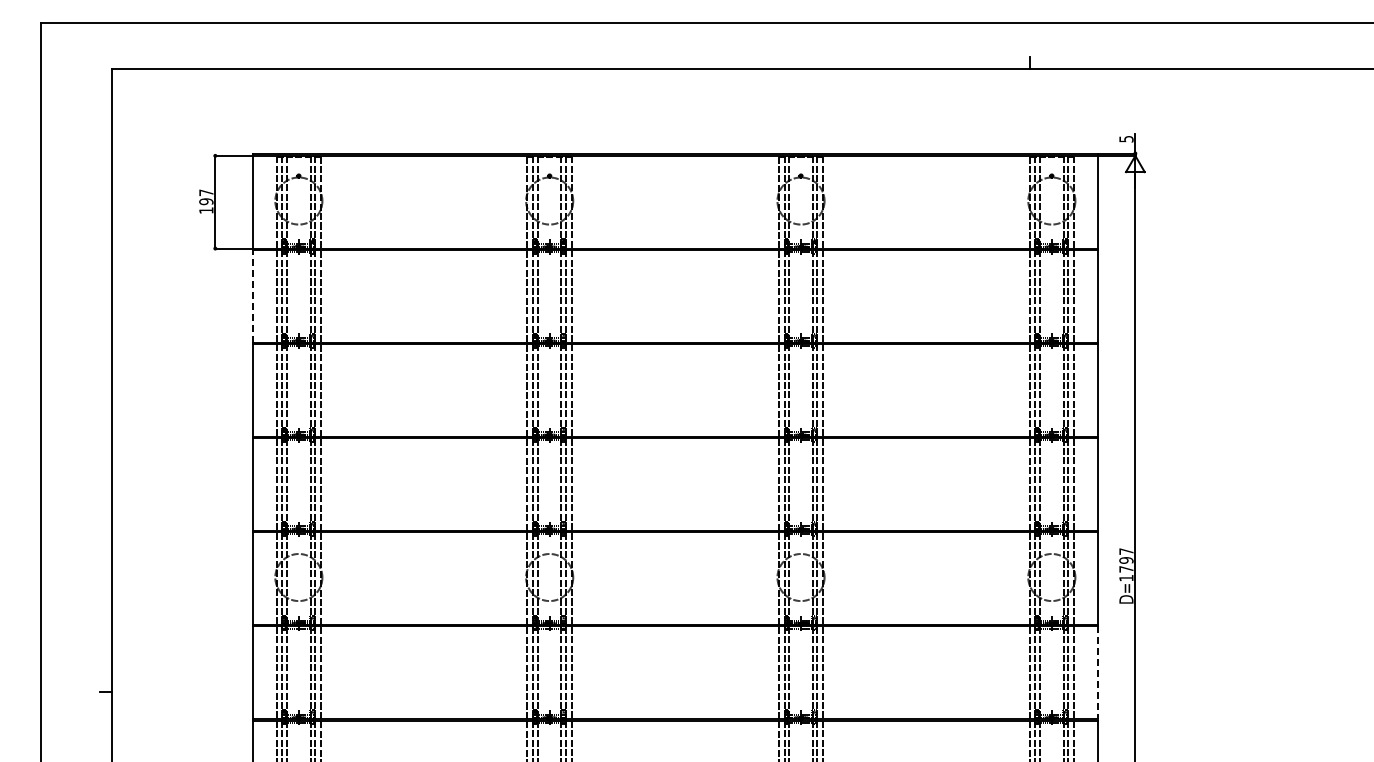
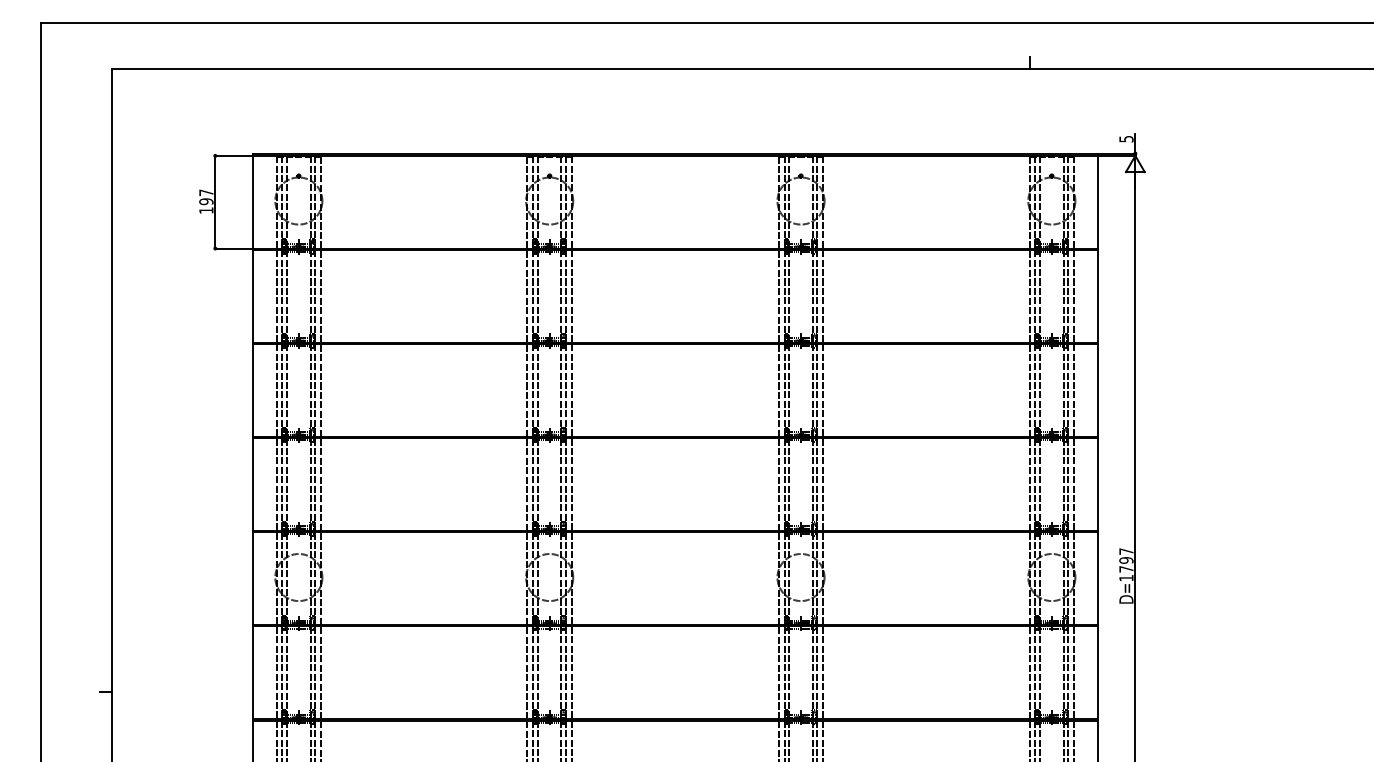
line at (252, 295): dashed -> solid
line at (1097, 673): dashed -> solid
